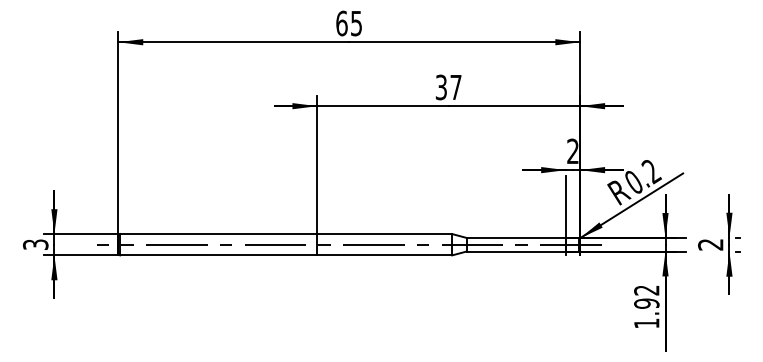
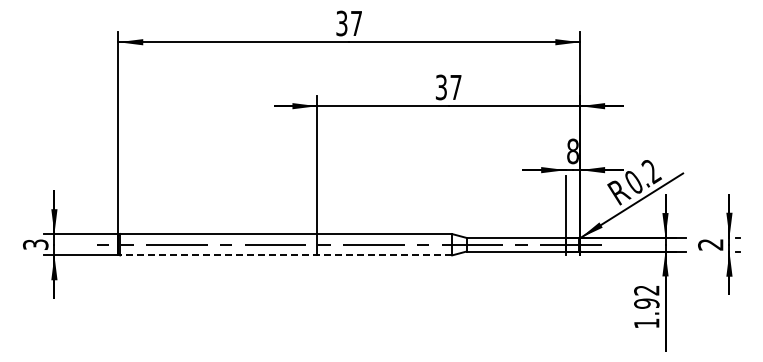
text at (348, 23): 65 -> 37
text at (572, 151): 2 -> 8
line at (285, 255): solid -> dashed
